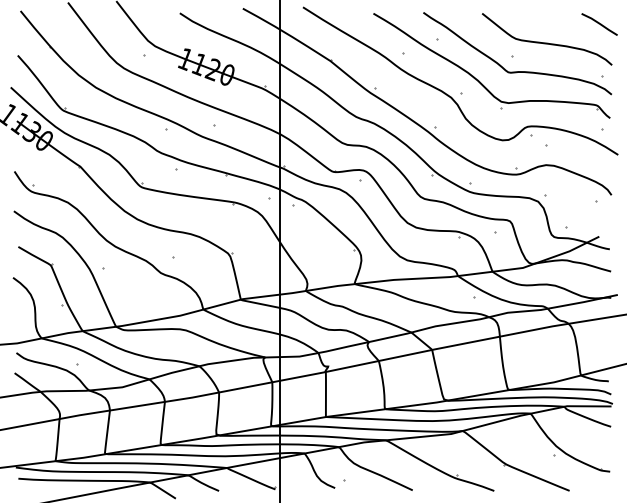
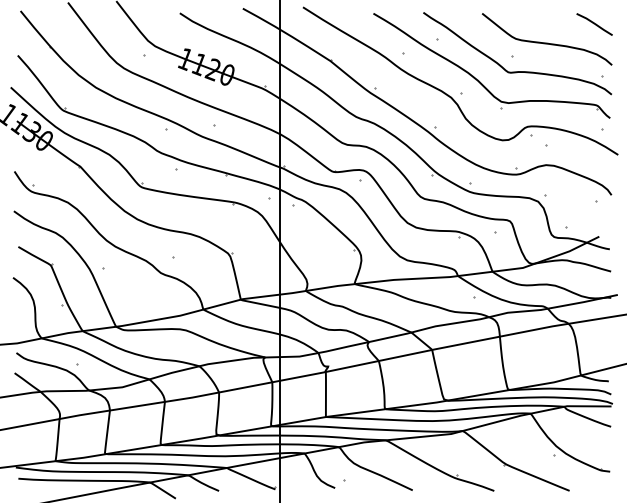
line at (599, 24) position: (599, 24) -> (594, 24)
